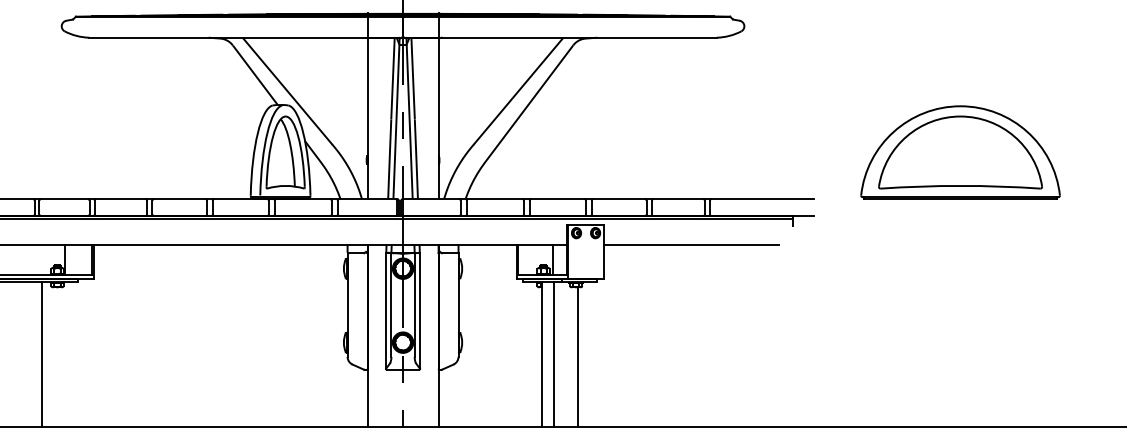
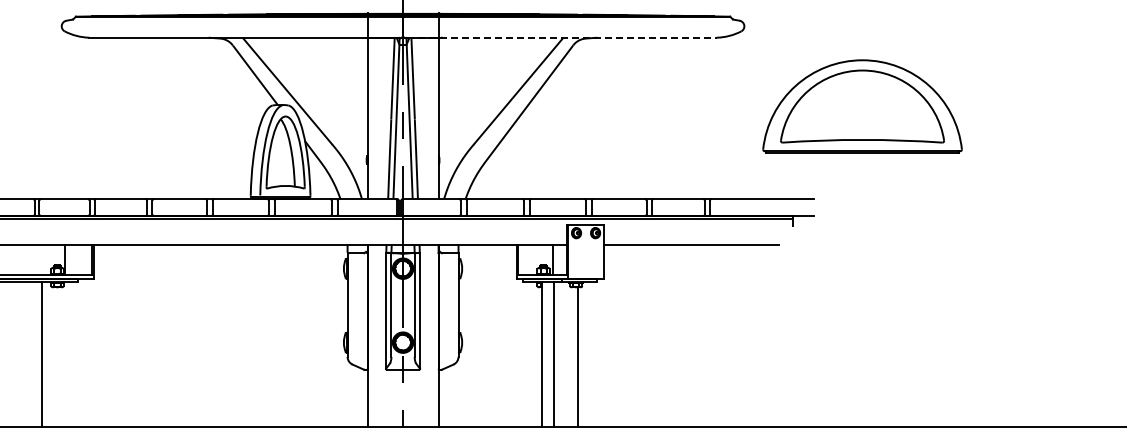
line at (561, 37): solid -> dashed
part at (960, 152) position: (960, 152) -> (862, 106)
